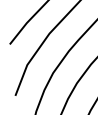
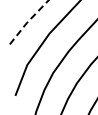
line at (28, 21): solid -> dashed
